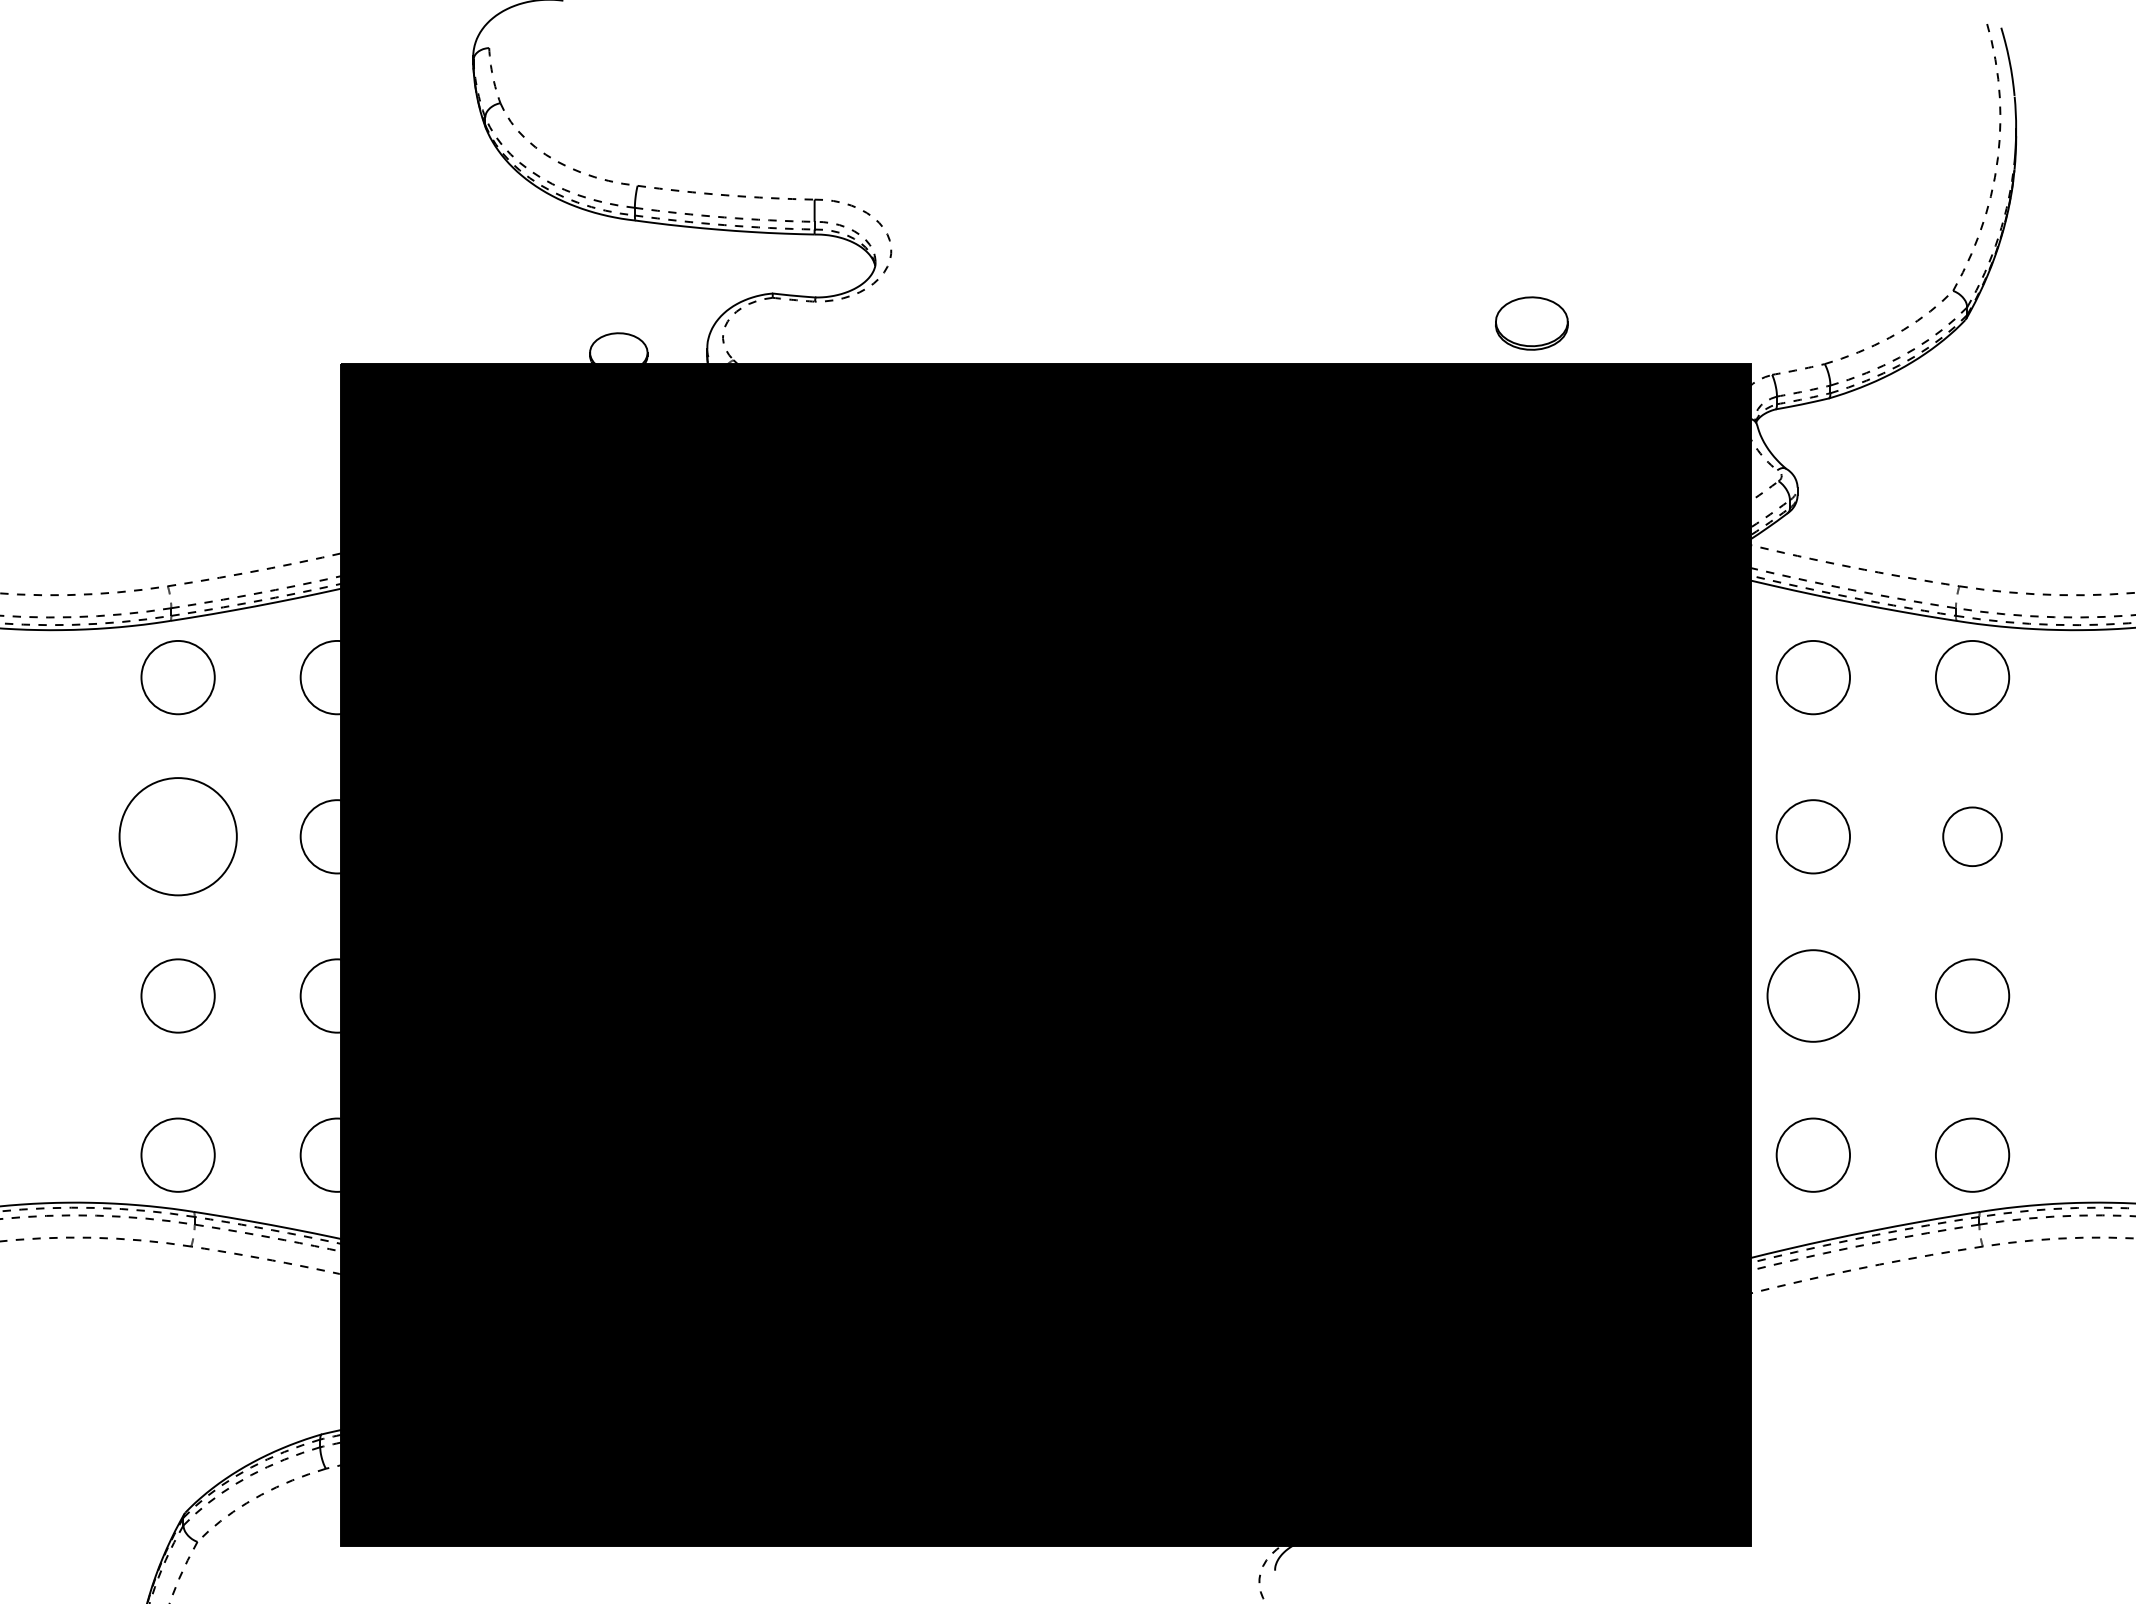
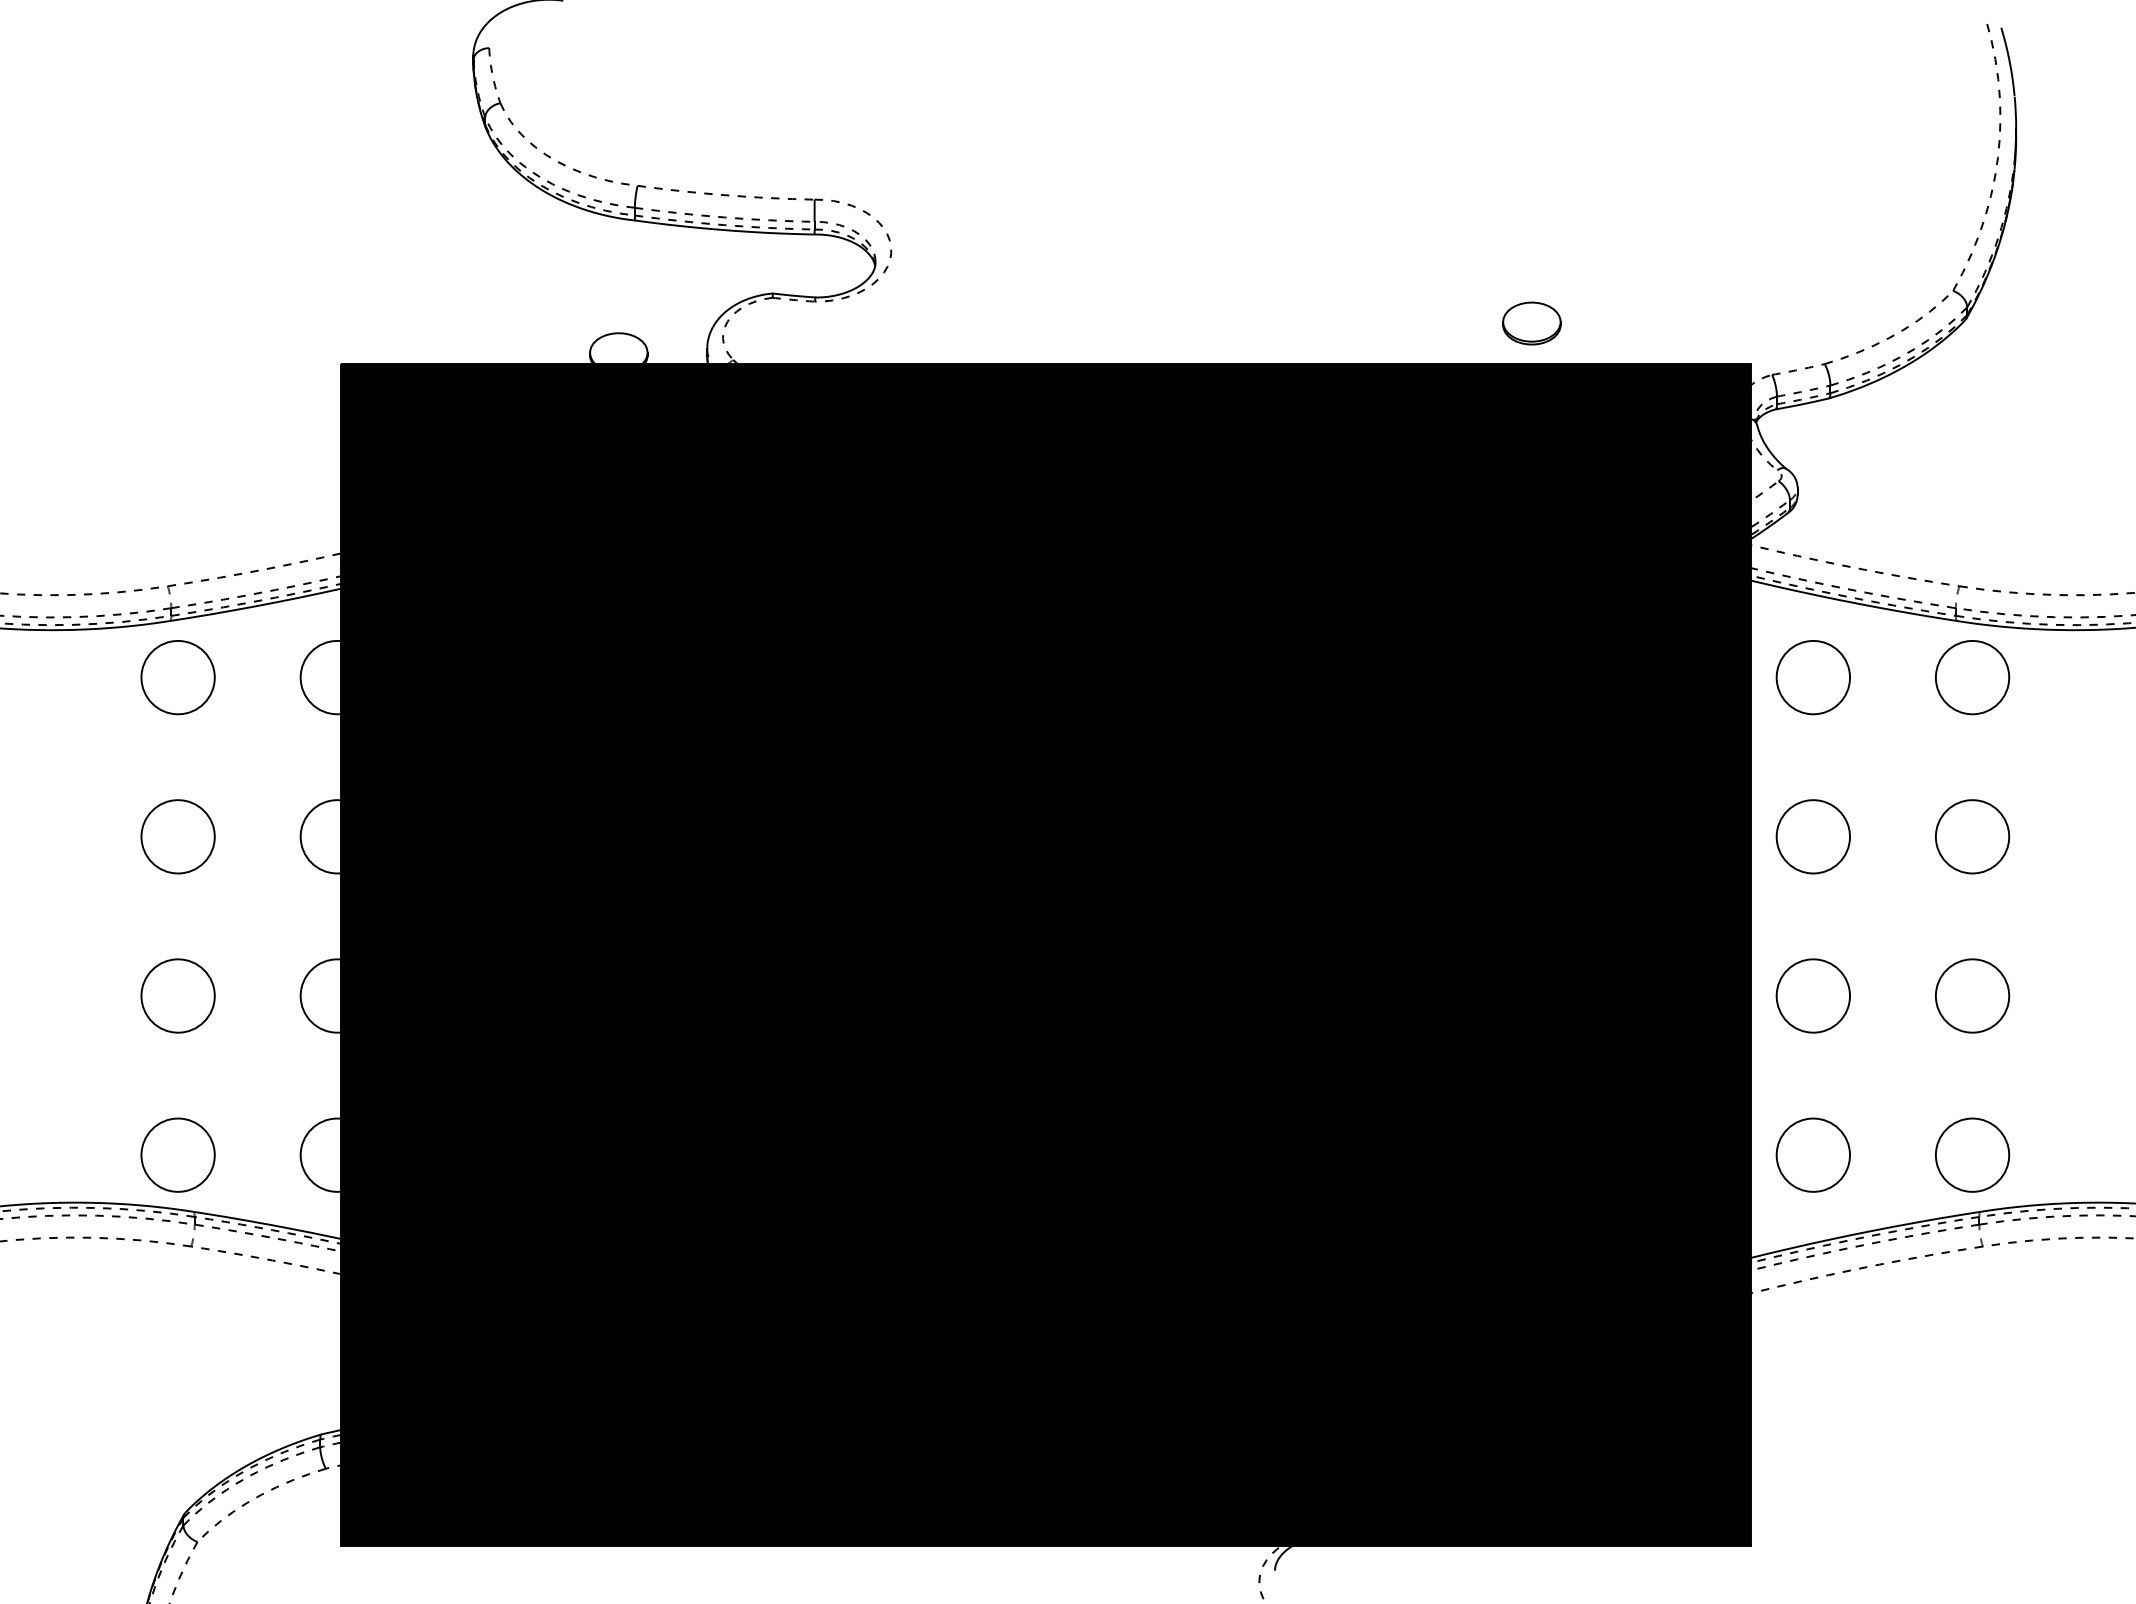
part at (1531, 323) size: 74x55 px -> 60x45 px
circle at (177, 836) size: 120x120 px -> 76x76 px
circle at (1972, 836) diameter: 59 px -> 73 px
circle at (1813, 995) diameter: 92 px -> 73 px
